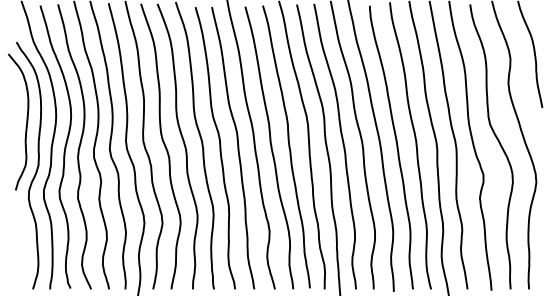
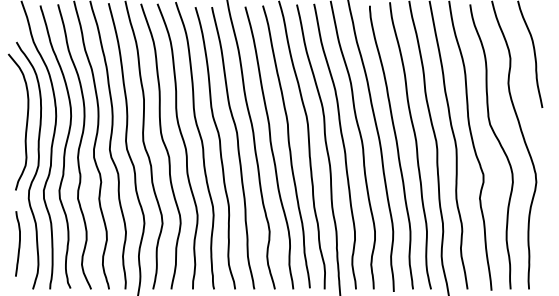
curve at (18, 243): none -> present
